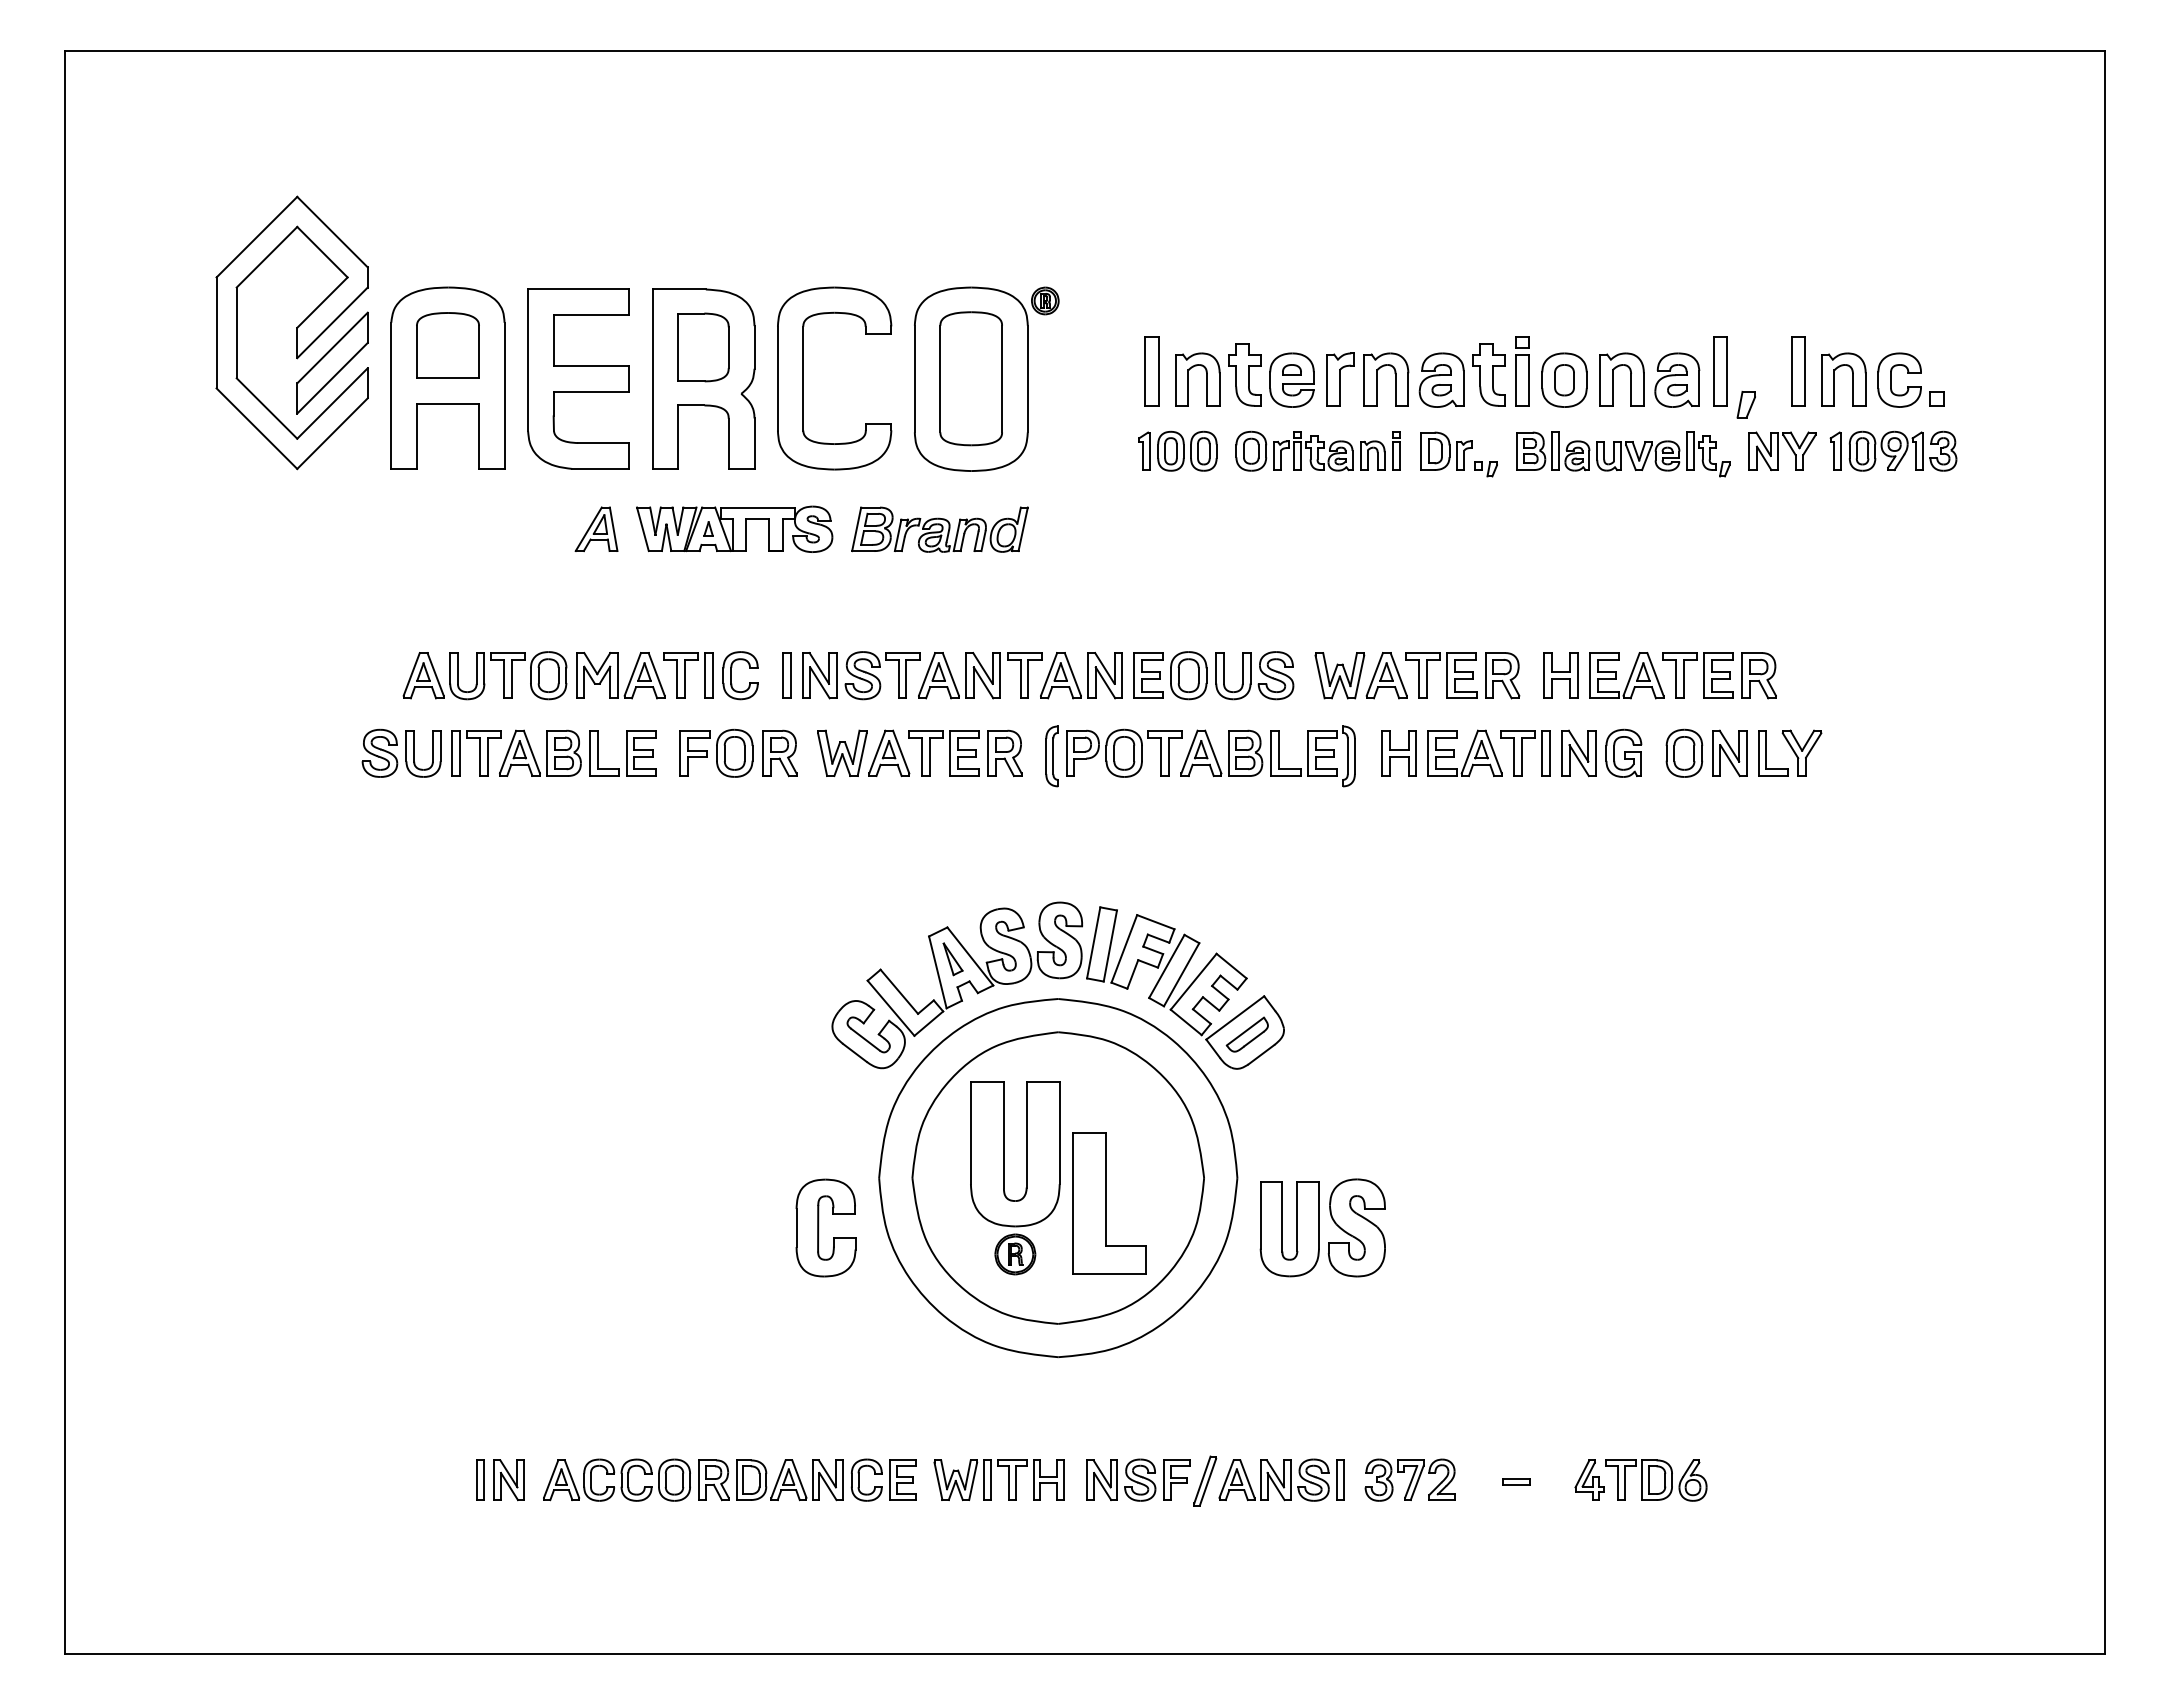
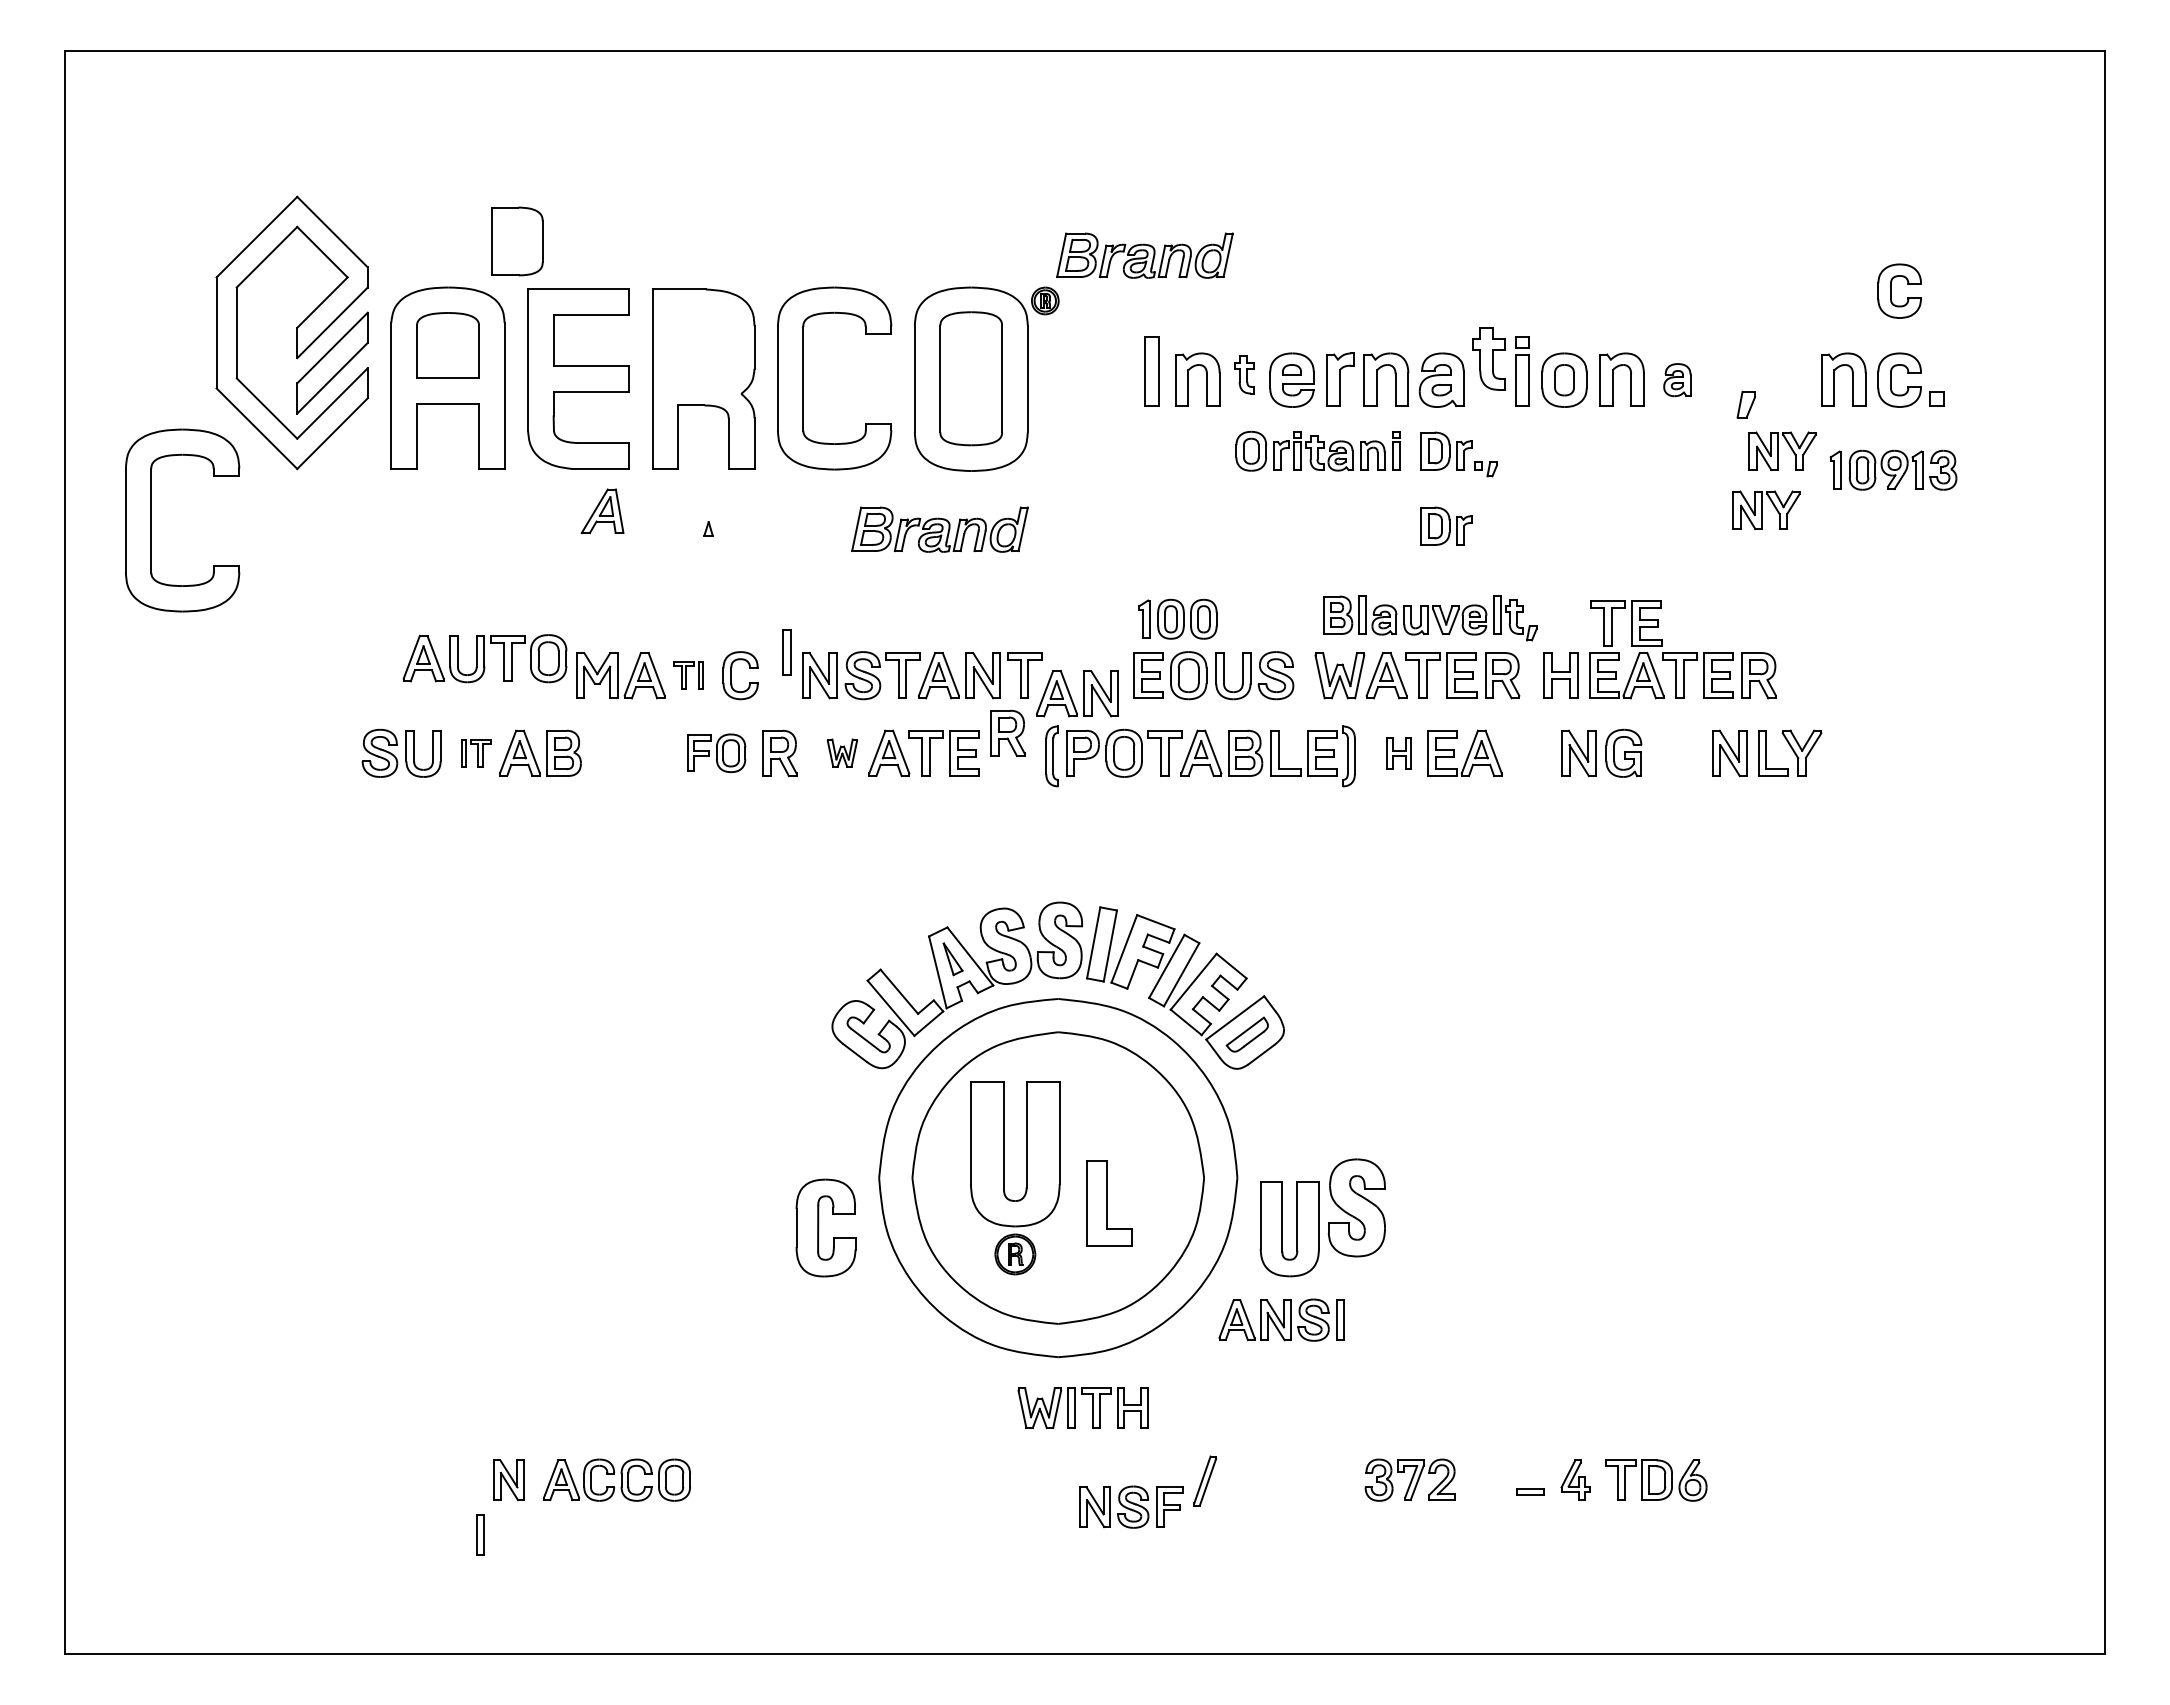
part at (1144, 255): none -> present
part at (1891, 290): none -> present
part at (703, 347) position: (703, 347) -> (517, 241)
part at (1720, 371): present -> none
part at (1798, 371): present -> none
part at (1244, 374) size: 34x64 px -> 21x40 px
part at (1488, 374) position: (1488, 374) -> (1488, 358)
part at (1677, 379) size: 47x56 px -> 29x35 px
part at (1177, 450) position: (1177, 450) -> (1177, 618)
part at (1893, 450) position: (1893, 450) -> (1893, 469)
part at (1623, 454) position: (1623, 454) -> (1430, 618)
part at (1766, 509): none -> present
part at (151, 520): none -> present
part at (1446, 525): none -> present
part at (596, 528) position: (596, 528) -> (602, 510)
part at (734, 528): present -> none
part at (1626, 623): none -> present
part at (484, 675) position: (484, 675) -> (484, 658)
part at (688, 675) size: 51x47 px -> 31x29 px
part at (786, 675) position: (786, 675) -> (786, 652)
part at (1081, 675) position: (1081, 675) -> (1077, 693)
part at (716, 752) size: 75x50 px -> 60x40 px
part at (842, 752) size: 51x48 px -> 32x30 px
part at (1684, 752): present -> none
part at (476, 753) size: 51x47 px -> 31x29 px
part at (622, 753): present -> none
part at (1004, 753) position: (1004, 753) -> (1007, 733)
part at (1398, 753) size: 36x47 px -> 26x33 px
part at (1525, 753): present -> none
part at (1109, 1203) size: 75x143 px -> 47x87 px
part at (1356, 1227) position: (1356, 1227) -> (1356, 1207)
part at (480, 1479) position: (480, 1479) -> (480, 1534)
part at (807, 1479): present -> none
part at (1138, 1479) position: (1138, 1479) -> (1131, 1506)
part at (1281, 1479) position: (1281, 1479) -> (1281, 1319)
part at (1589, 1479) position: (1589, 1479) -> (1575, 1479)
part at (991, 1480) position: (991, 1480) -> (1075, 1408)
part at (1516, 1481) position: (1516, 1481) -> (1530, 1491)
